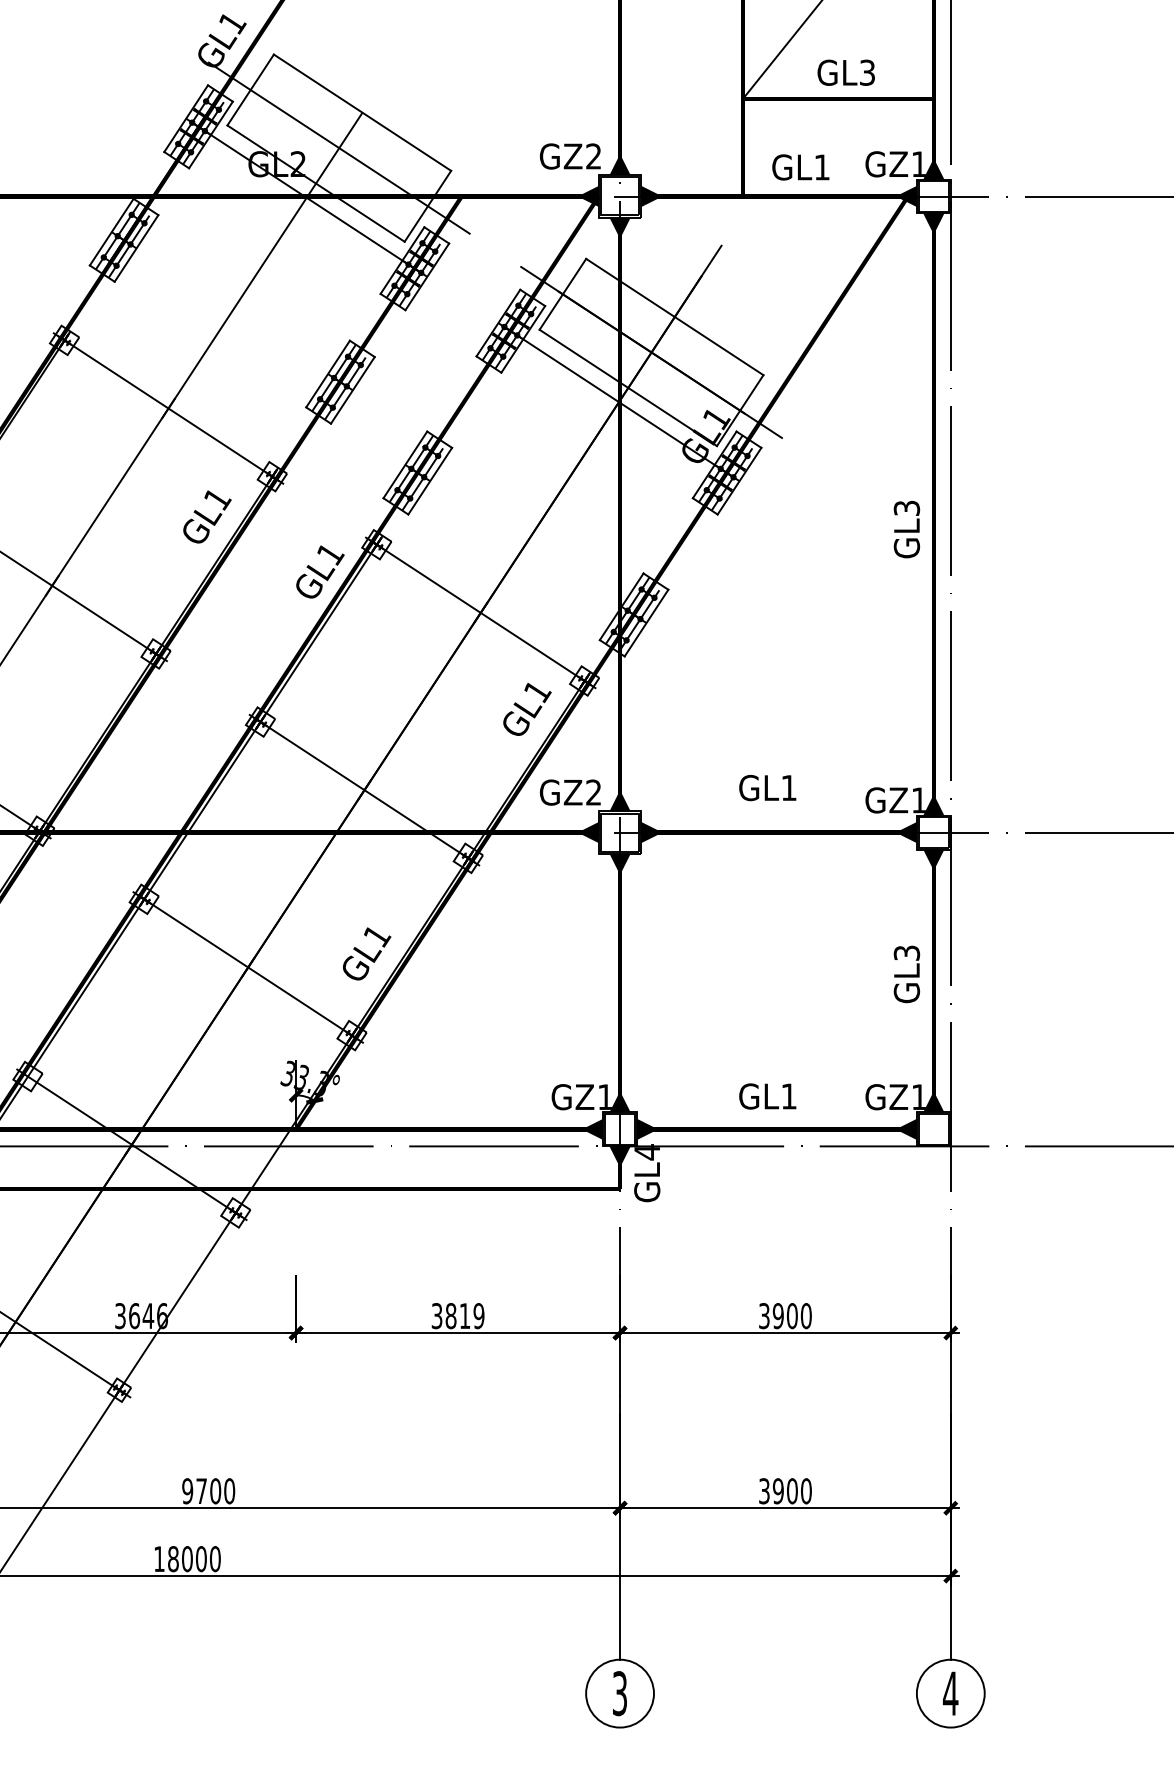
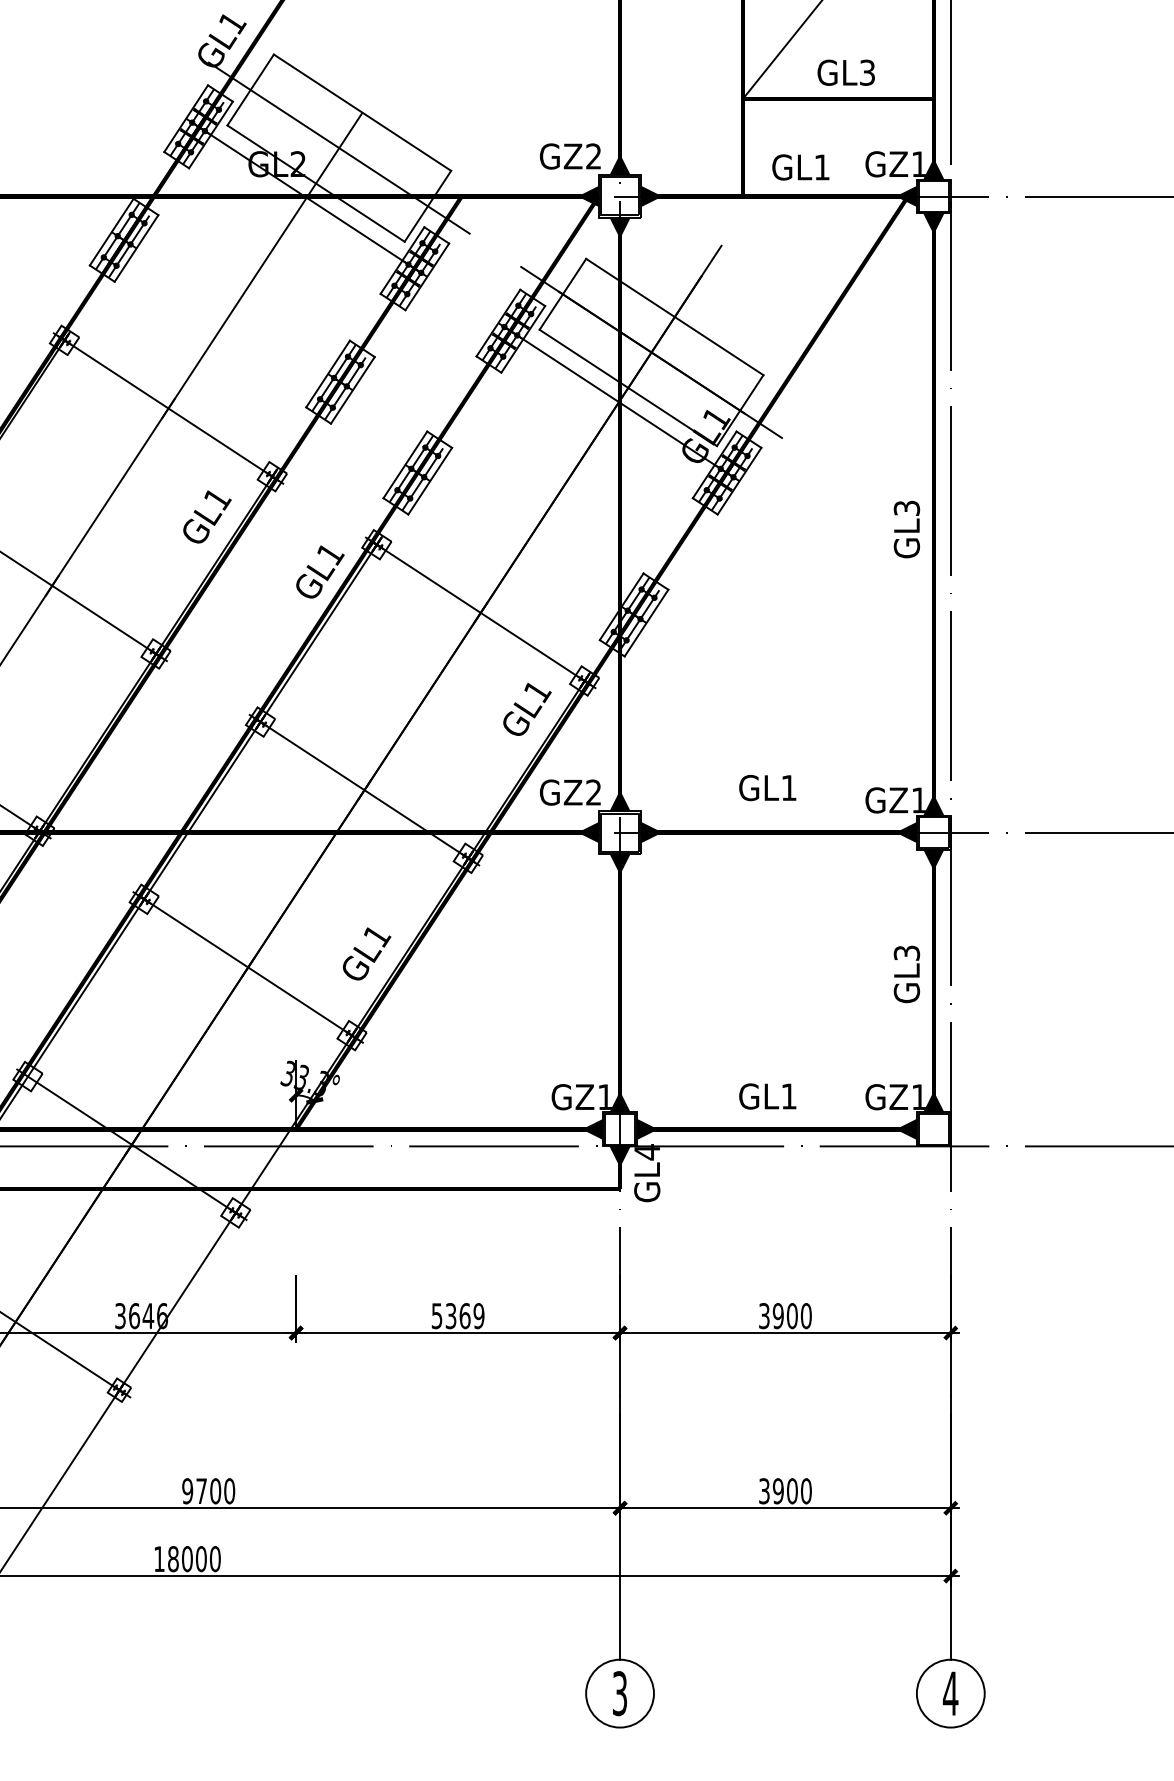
text at (451, 1316): 3819 -> 5369
